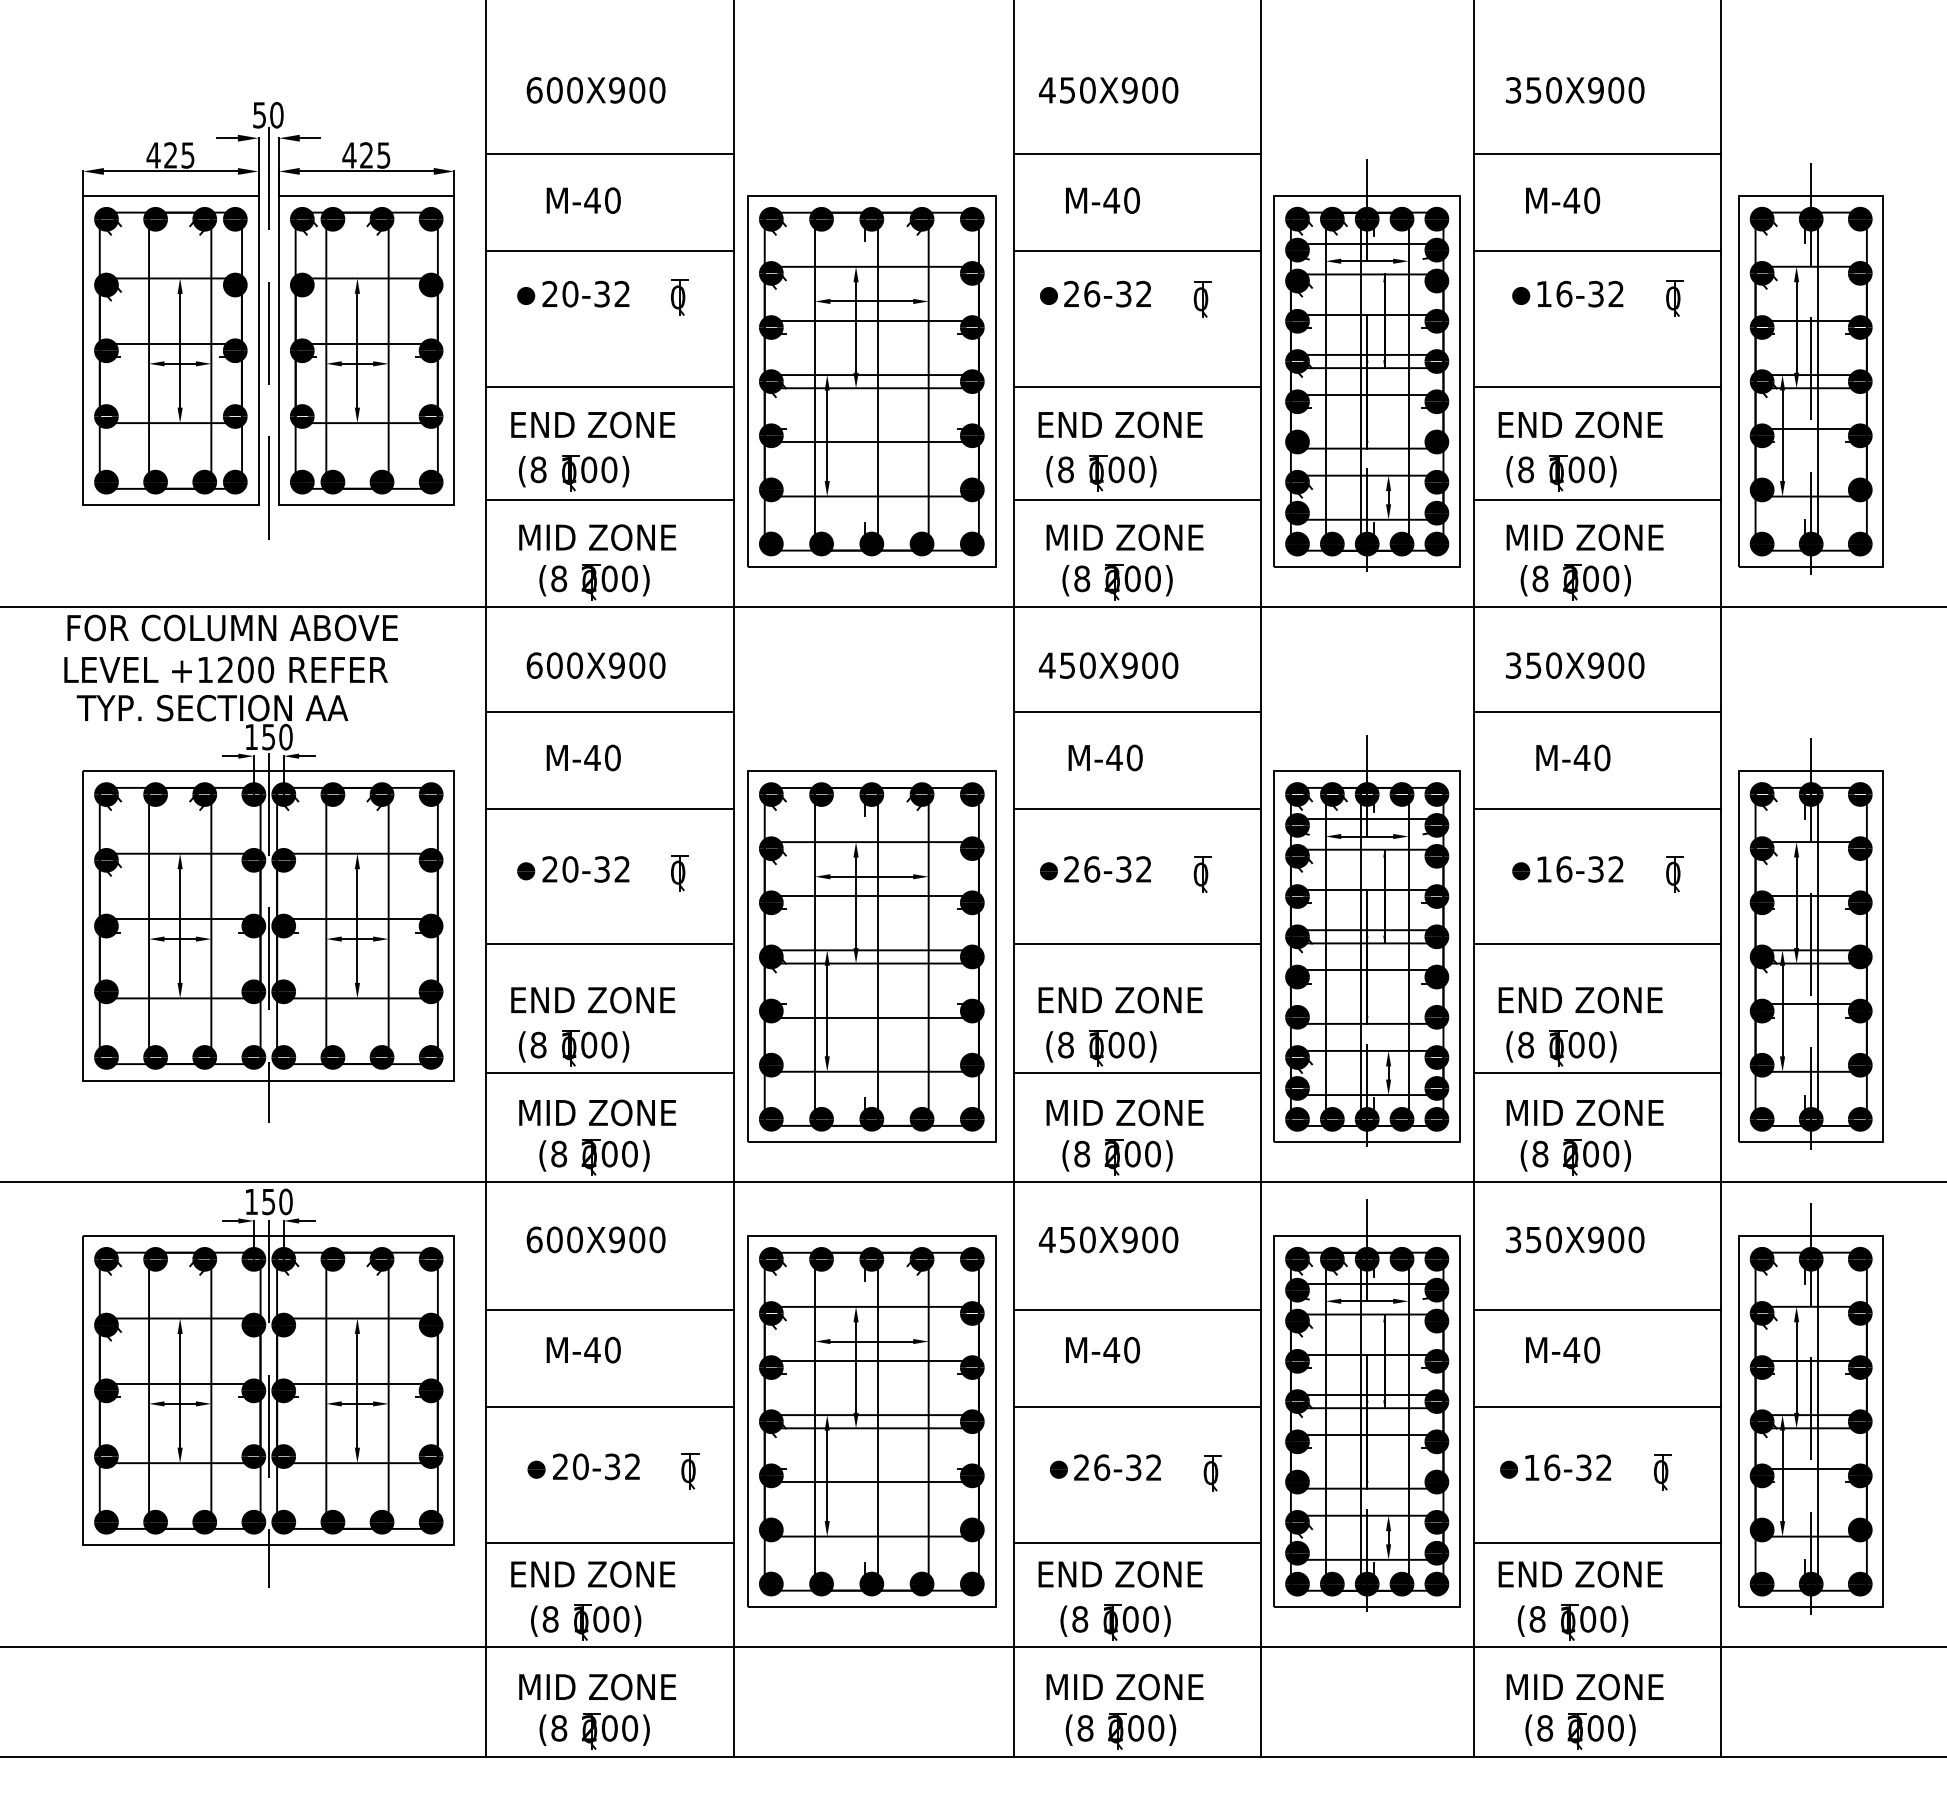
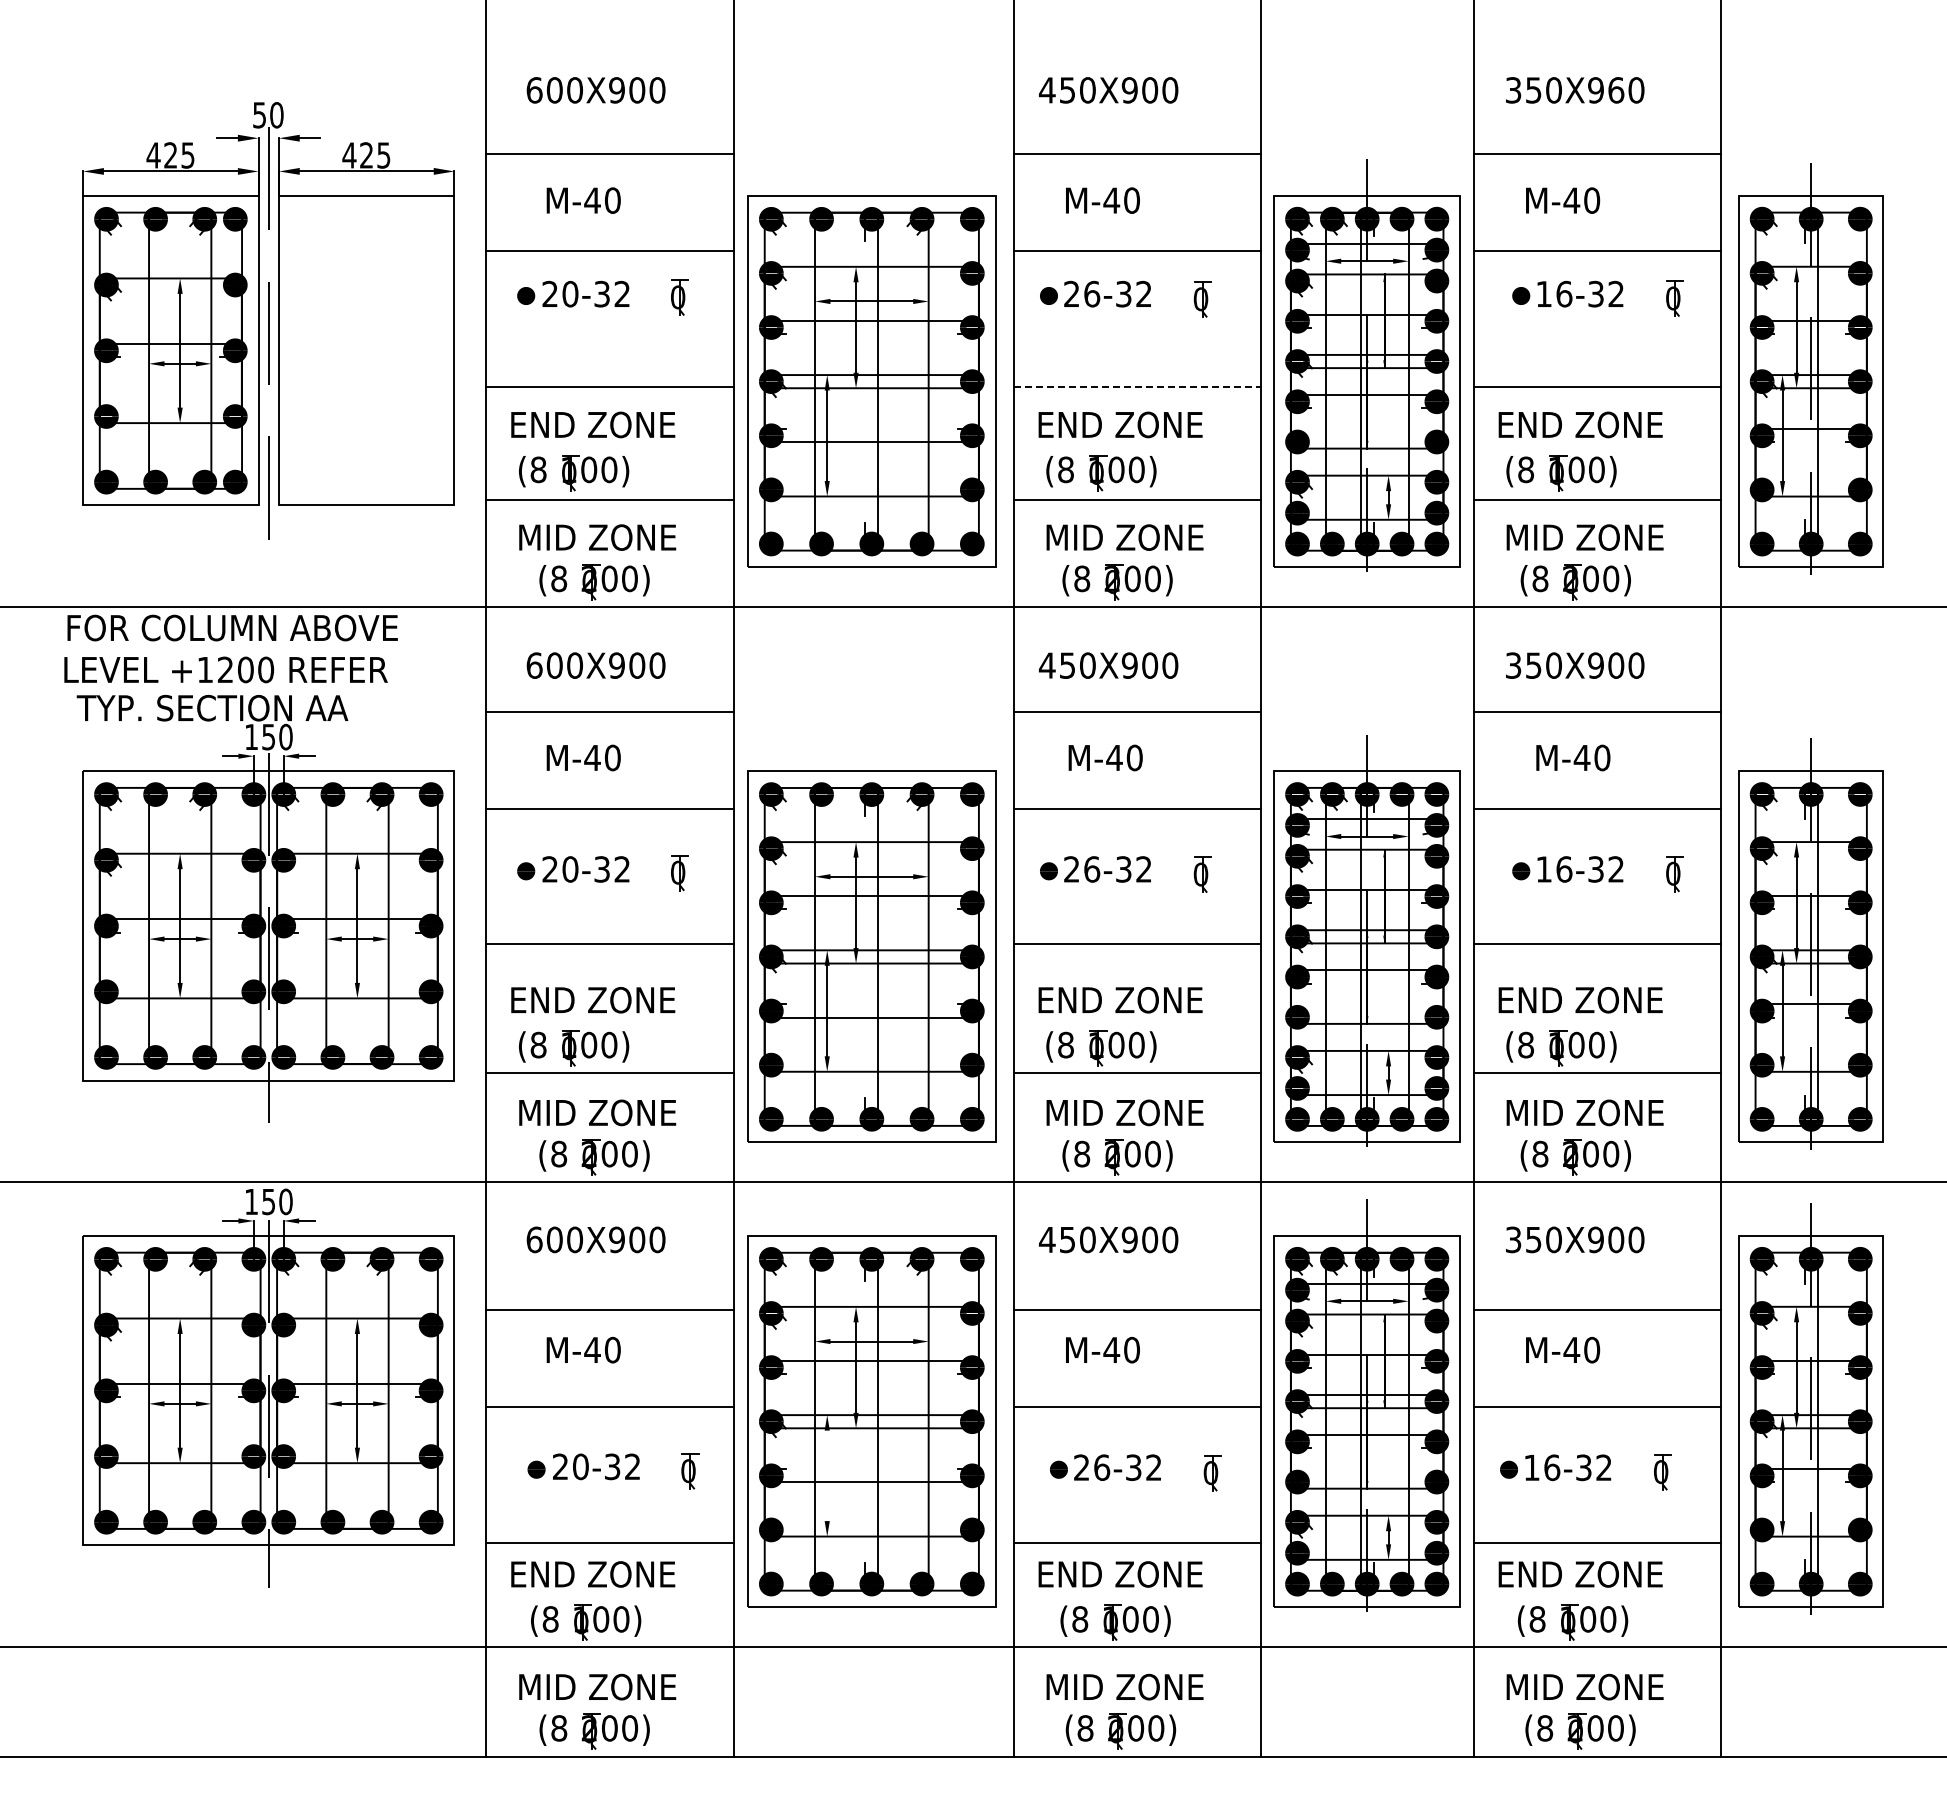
text at (1616, 90): 350X900 -> 350X960
part at (366, 350): present -> none
line at (1137, 386): solid -> dashed
line at (827, 1475): present -> none
